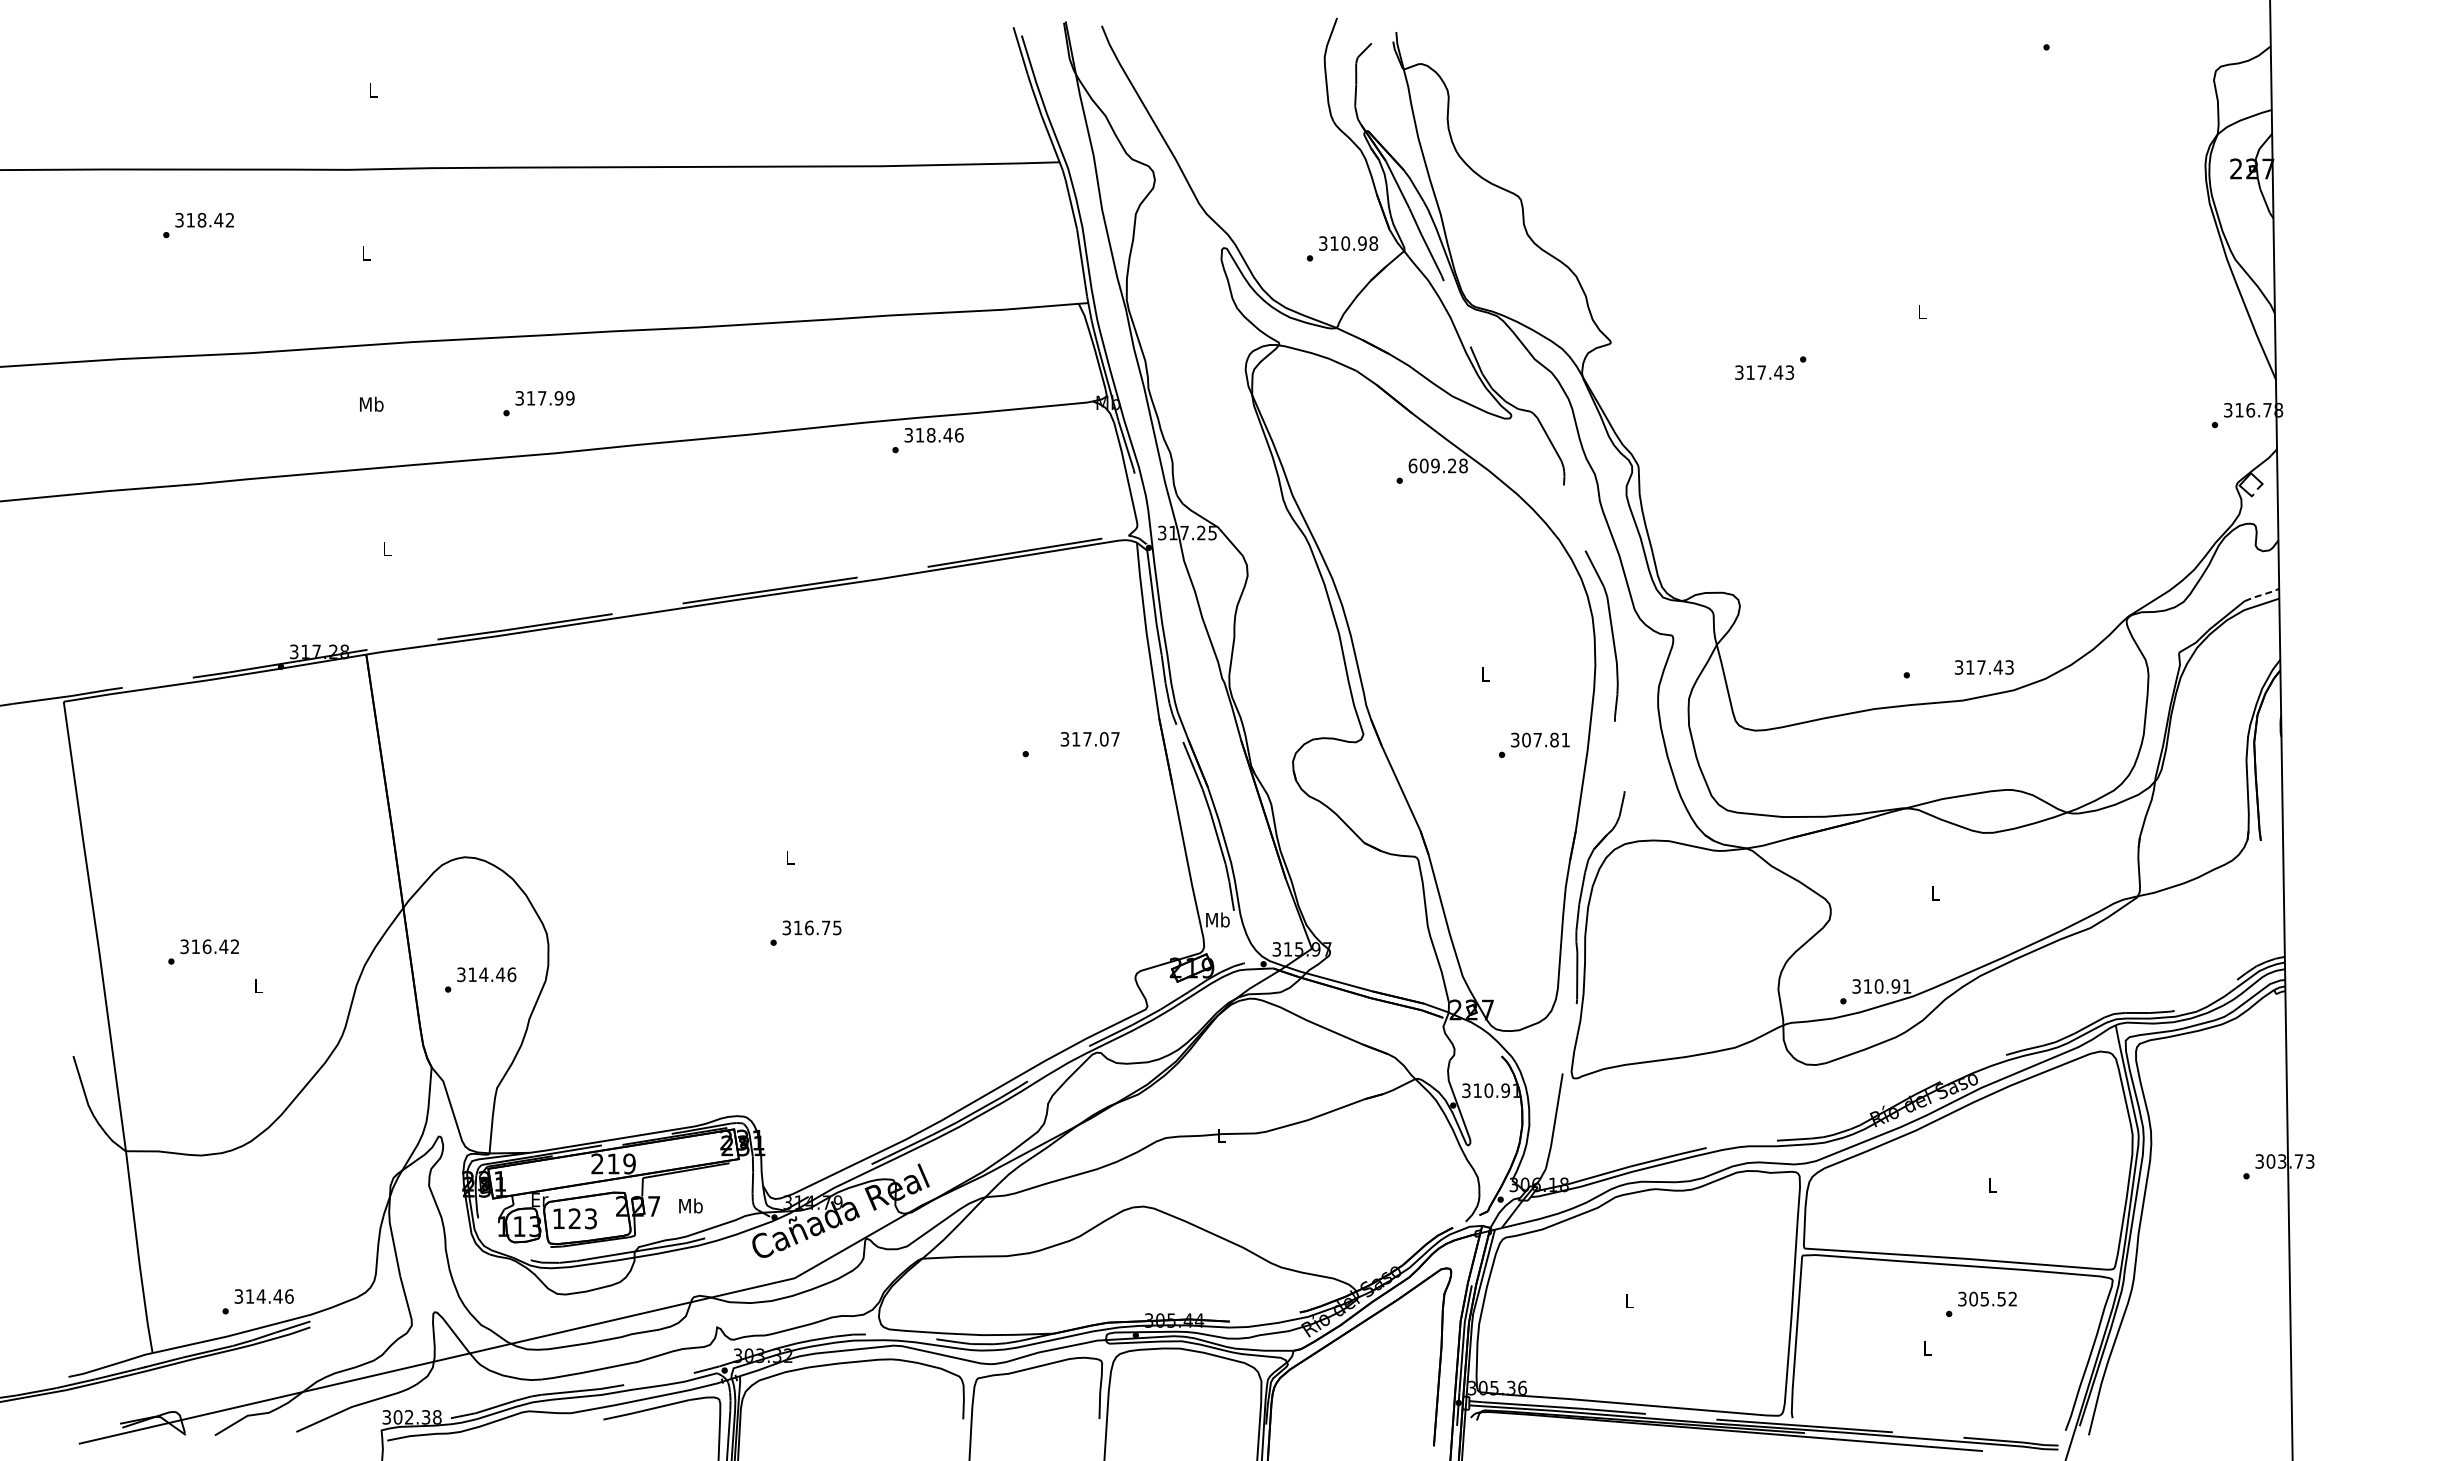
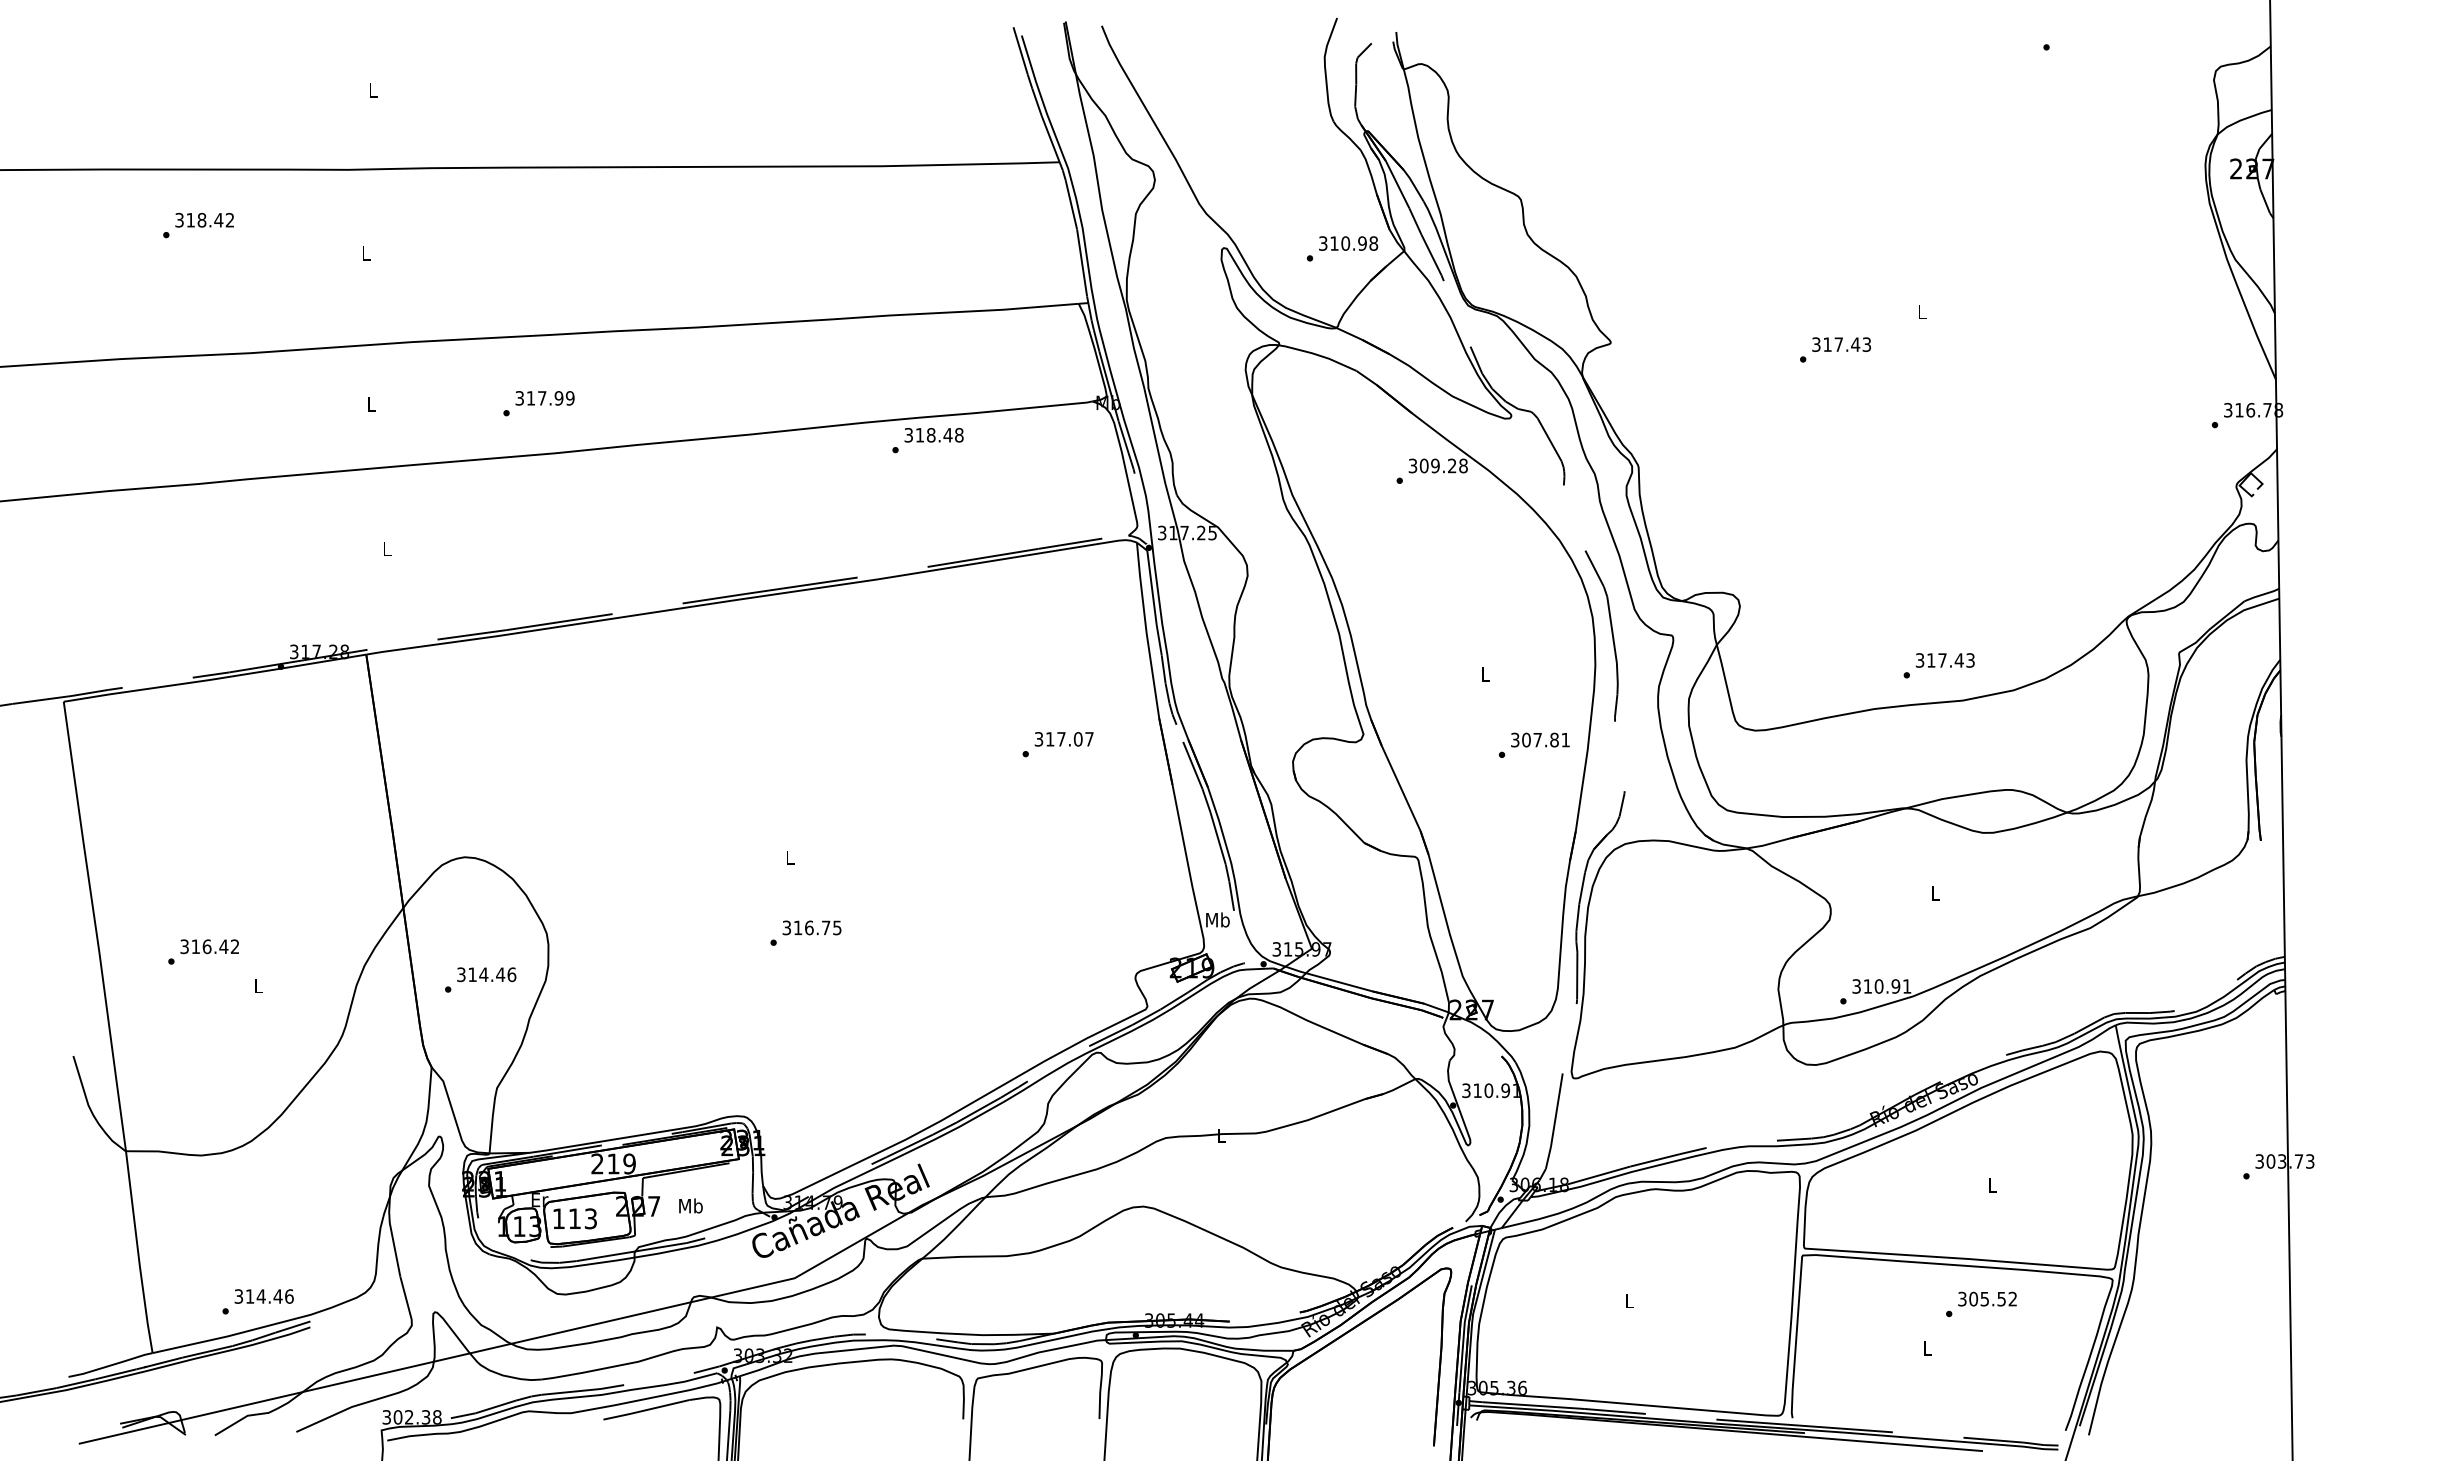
text at (1764, 372) position: (1764, 372) -> (1841, 344)
text at (371, 403): Mb -> L
text at (959, 435): 318.46 -> 318.48
text at (1412, 465): 609.28 -> 309.28
line at (2262, 594): dashed -> solid
text at (1983, 667) position: (1983, 667) -> (1944, 660)
text at (1089, 739) position: (1089, 739) -> (1063, 739)
text at (574, 1218): 123 -> 113
